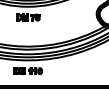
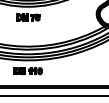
line at (53, 95): none -> present
